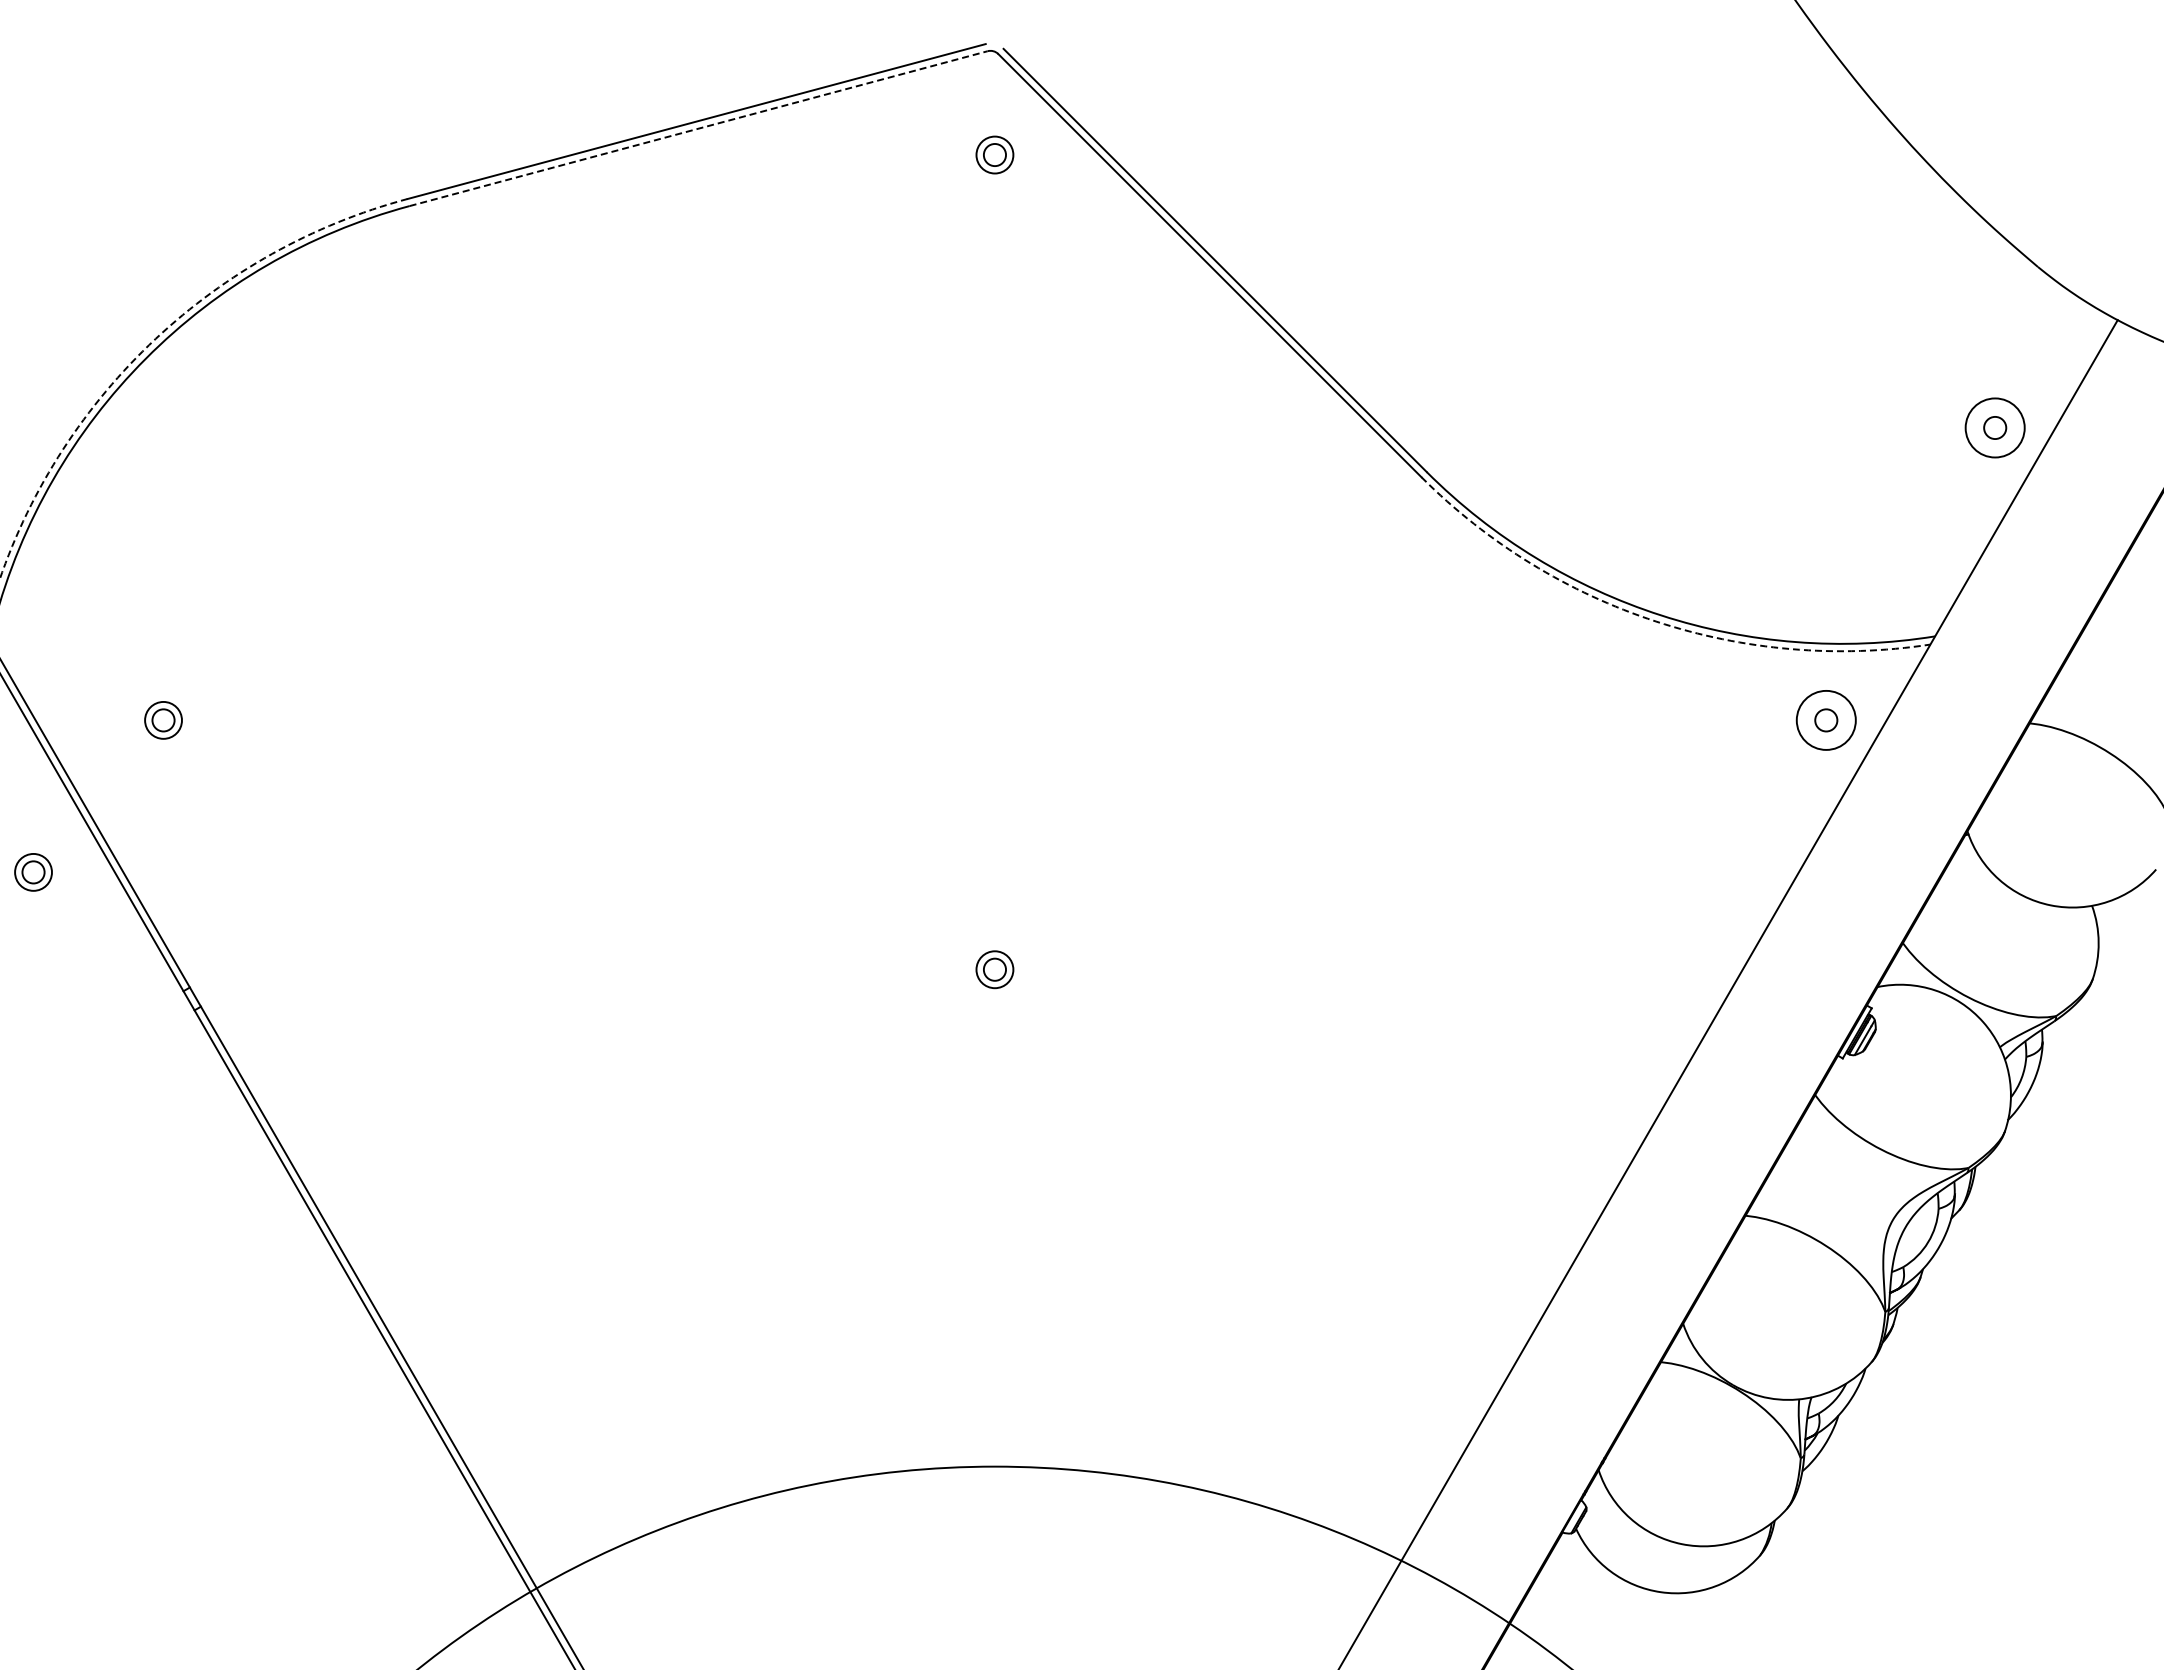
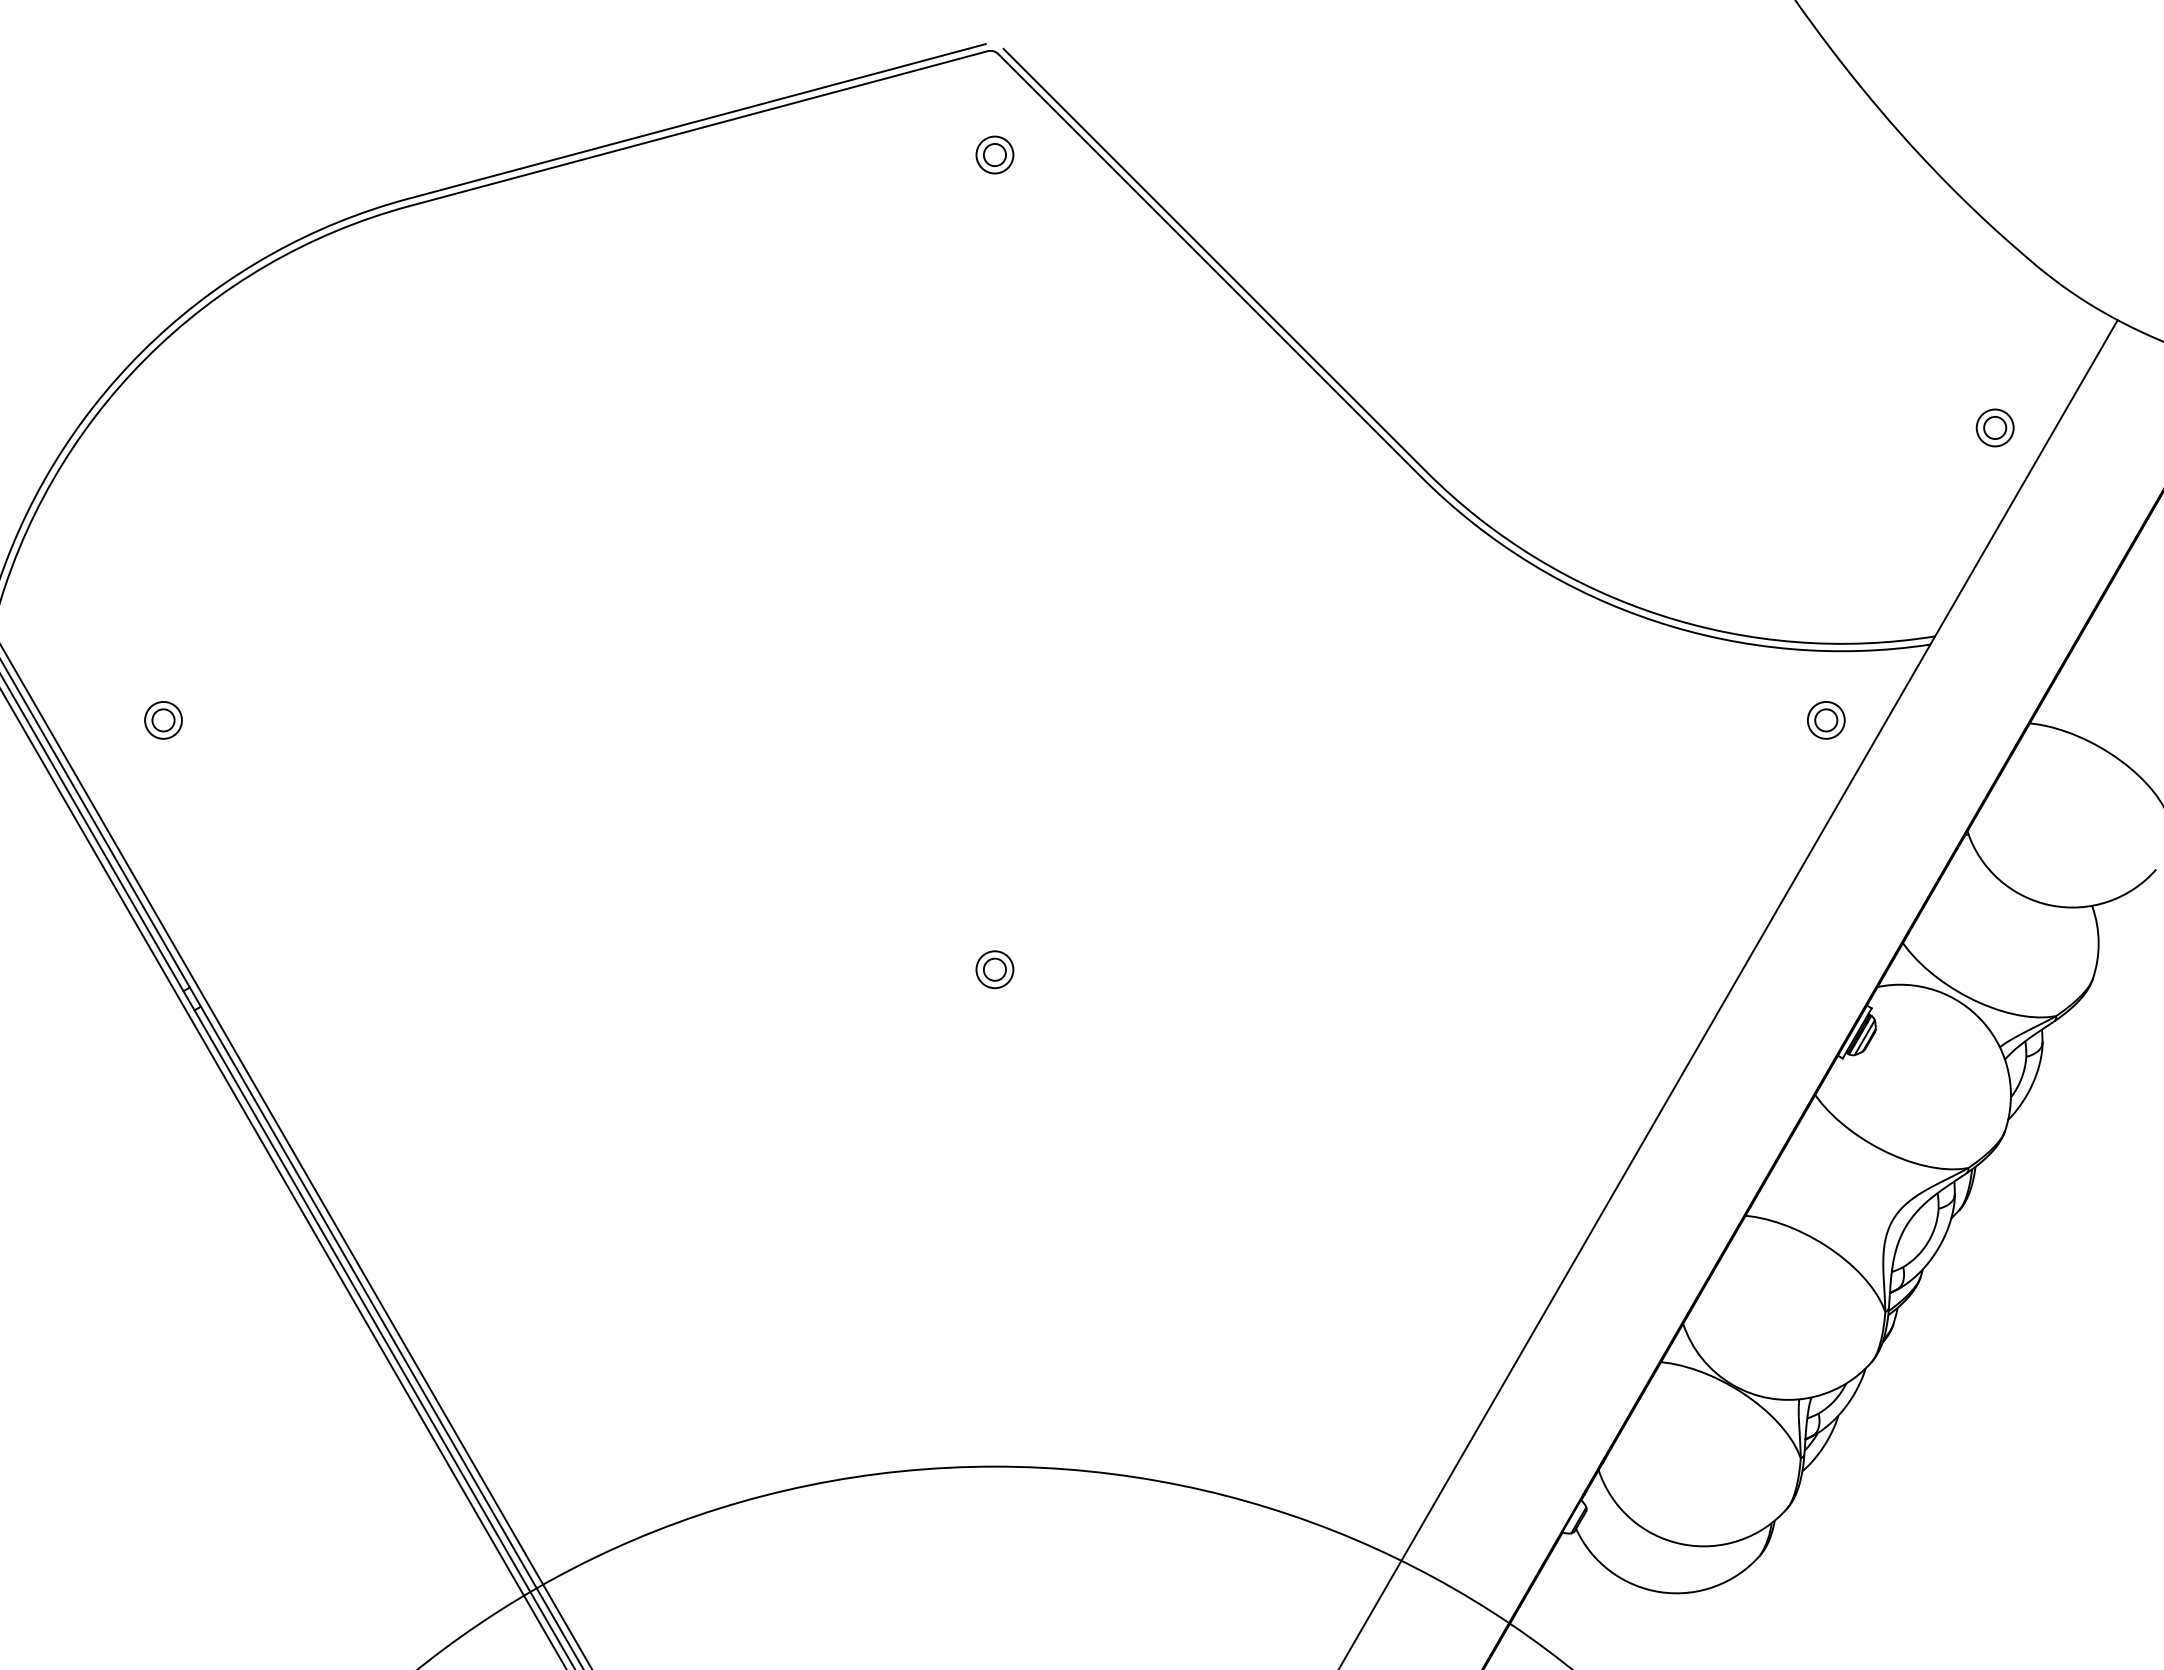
line at (699, 128): dashed -> solid
arc at (156, 338): dashed -> solid
circle at (1994, 427) diameter: 59 px -> 37 px
arc at (1656, 621): dashed -> solid
circle at (1825, 719) diameter: 59 px -> 37 px
part at (33, 872): present -> none
line at (296, 1156): none -> present
line at (283, 1179): none -> present
